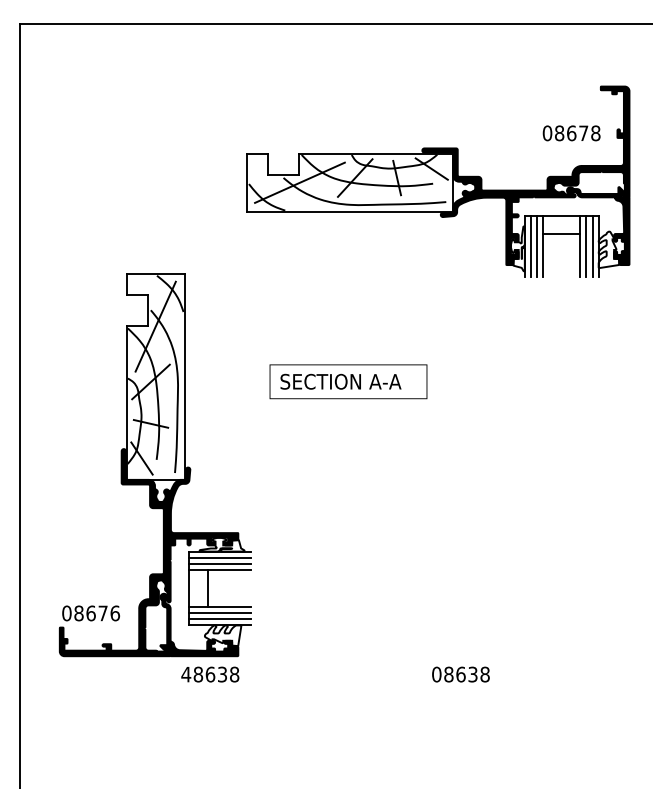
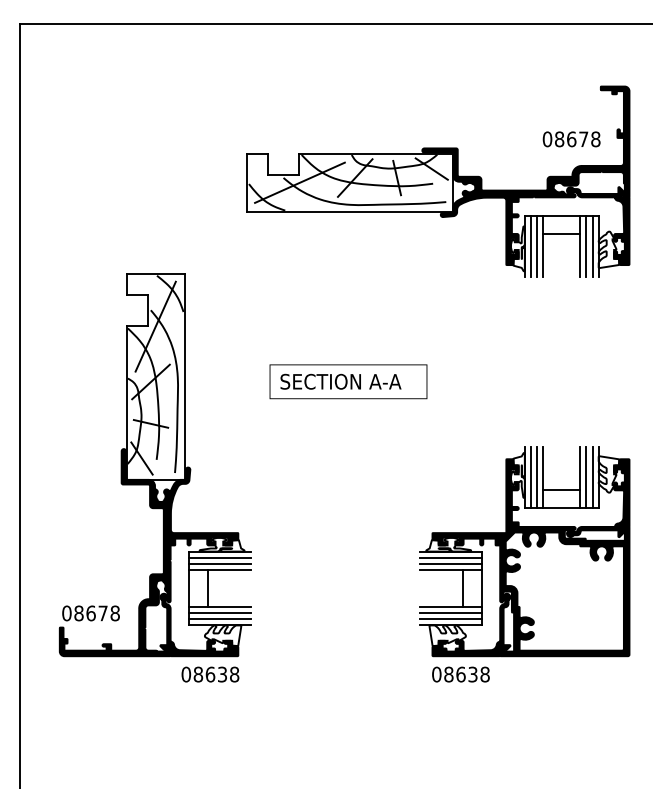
text at (571, 133) position: (571, 133) -> (571, 139)
part at (524, 551): none -> present
text at (115, 613): 08676 -> 08678
text at (186, 674): 48638 -> 08638
